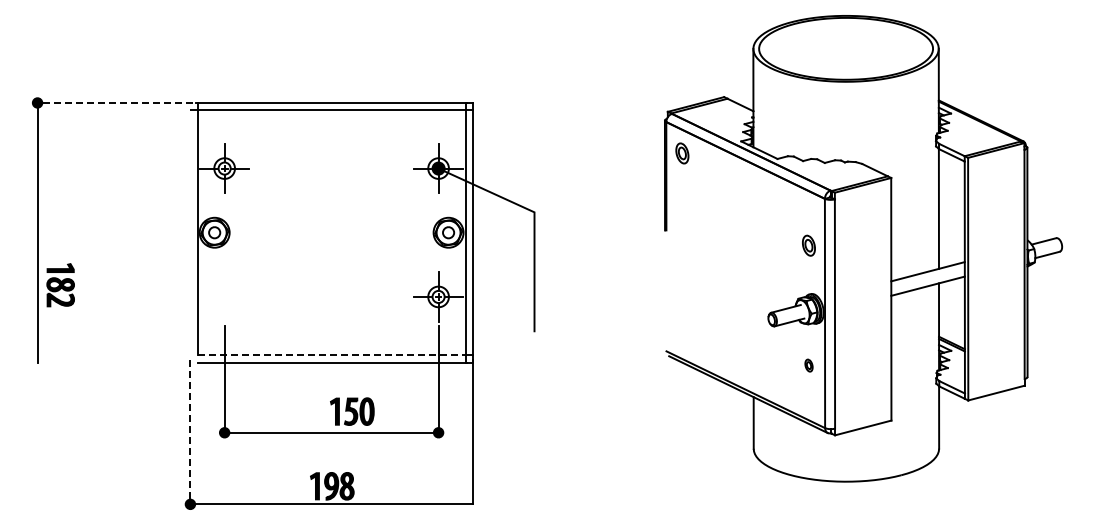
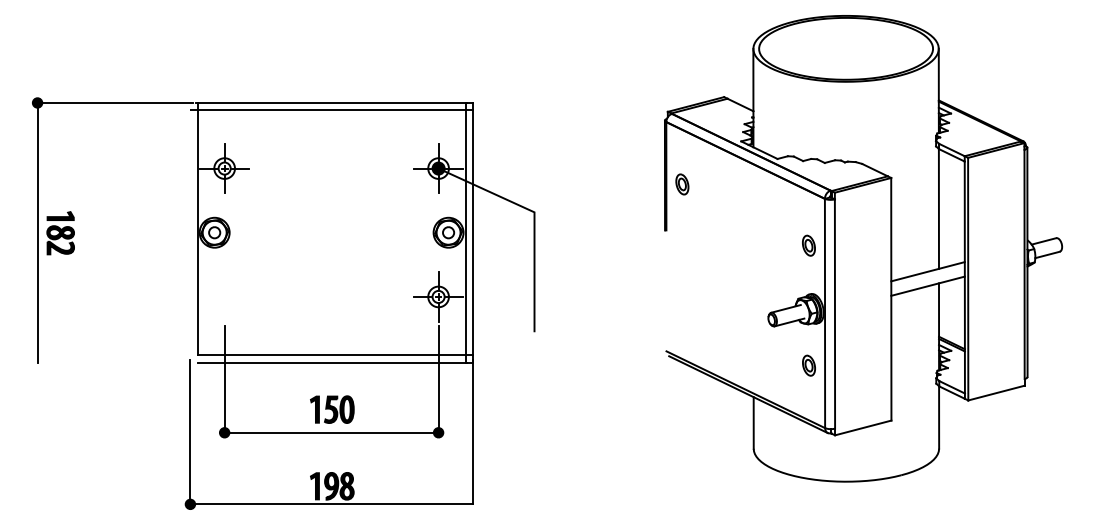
line at (115, 102): dashed -> solid
part at (682, 153) position: (682, 153) -> (682, 184)
part at (60, 285) position: (60, 285) -> (60, 233)
line at (332, 355): dashed -> solid
part at (808, 365) size: 10x15 px -> 14x23 px
part at (352, 411) position: (352, 411) -> (332, 409)
line at (190, 432): dashed -> solid
